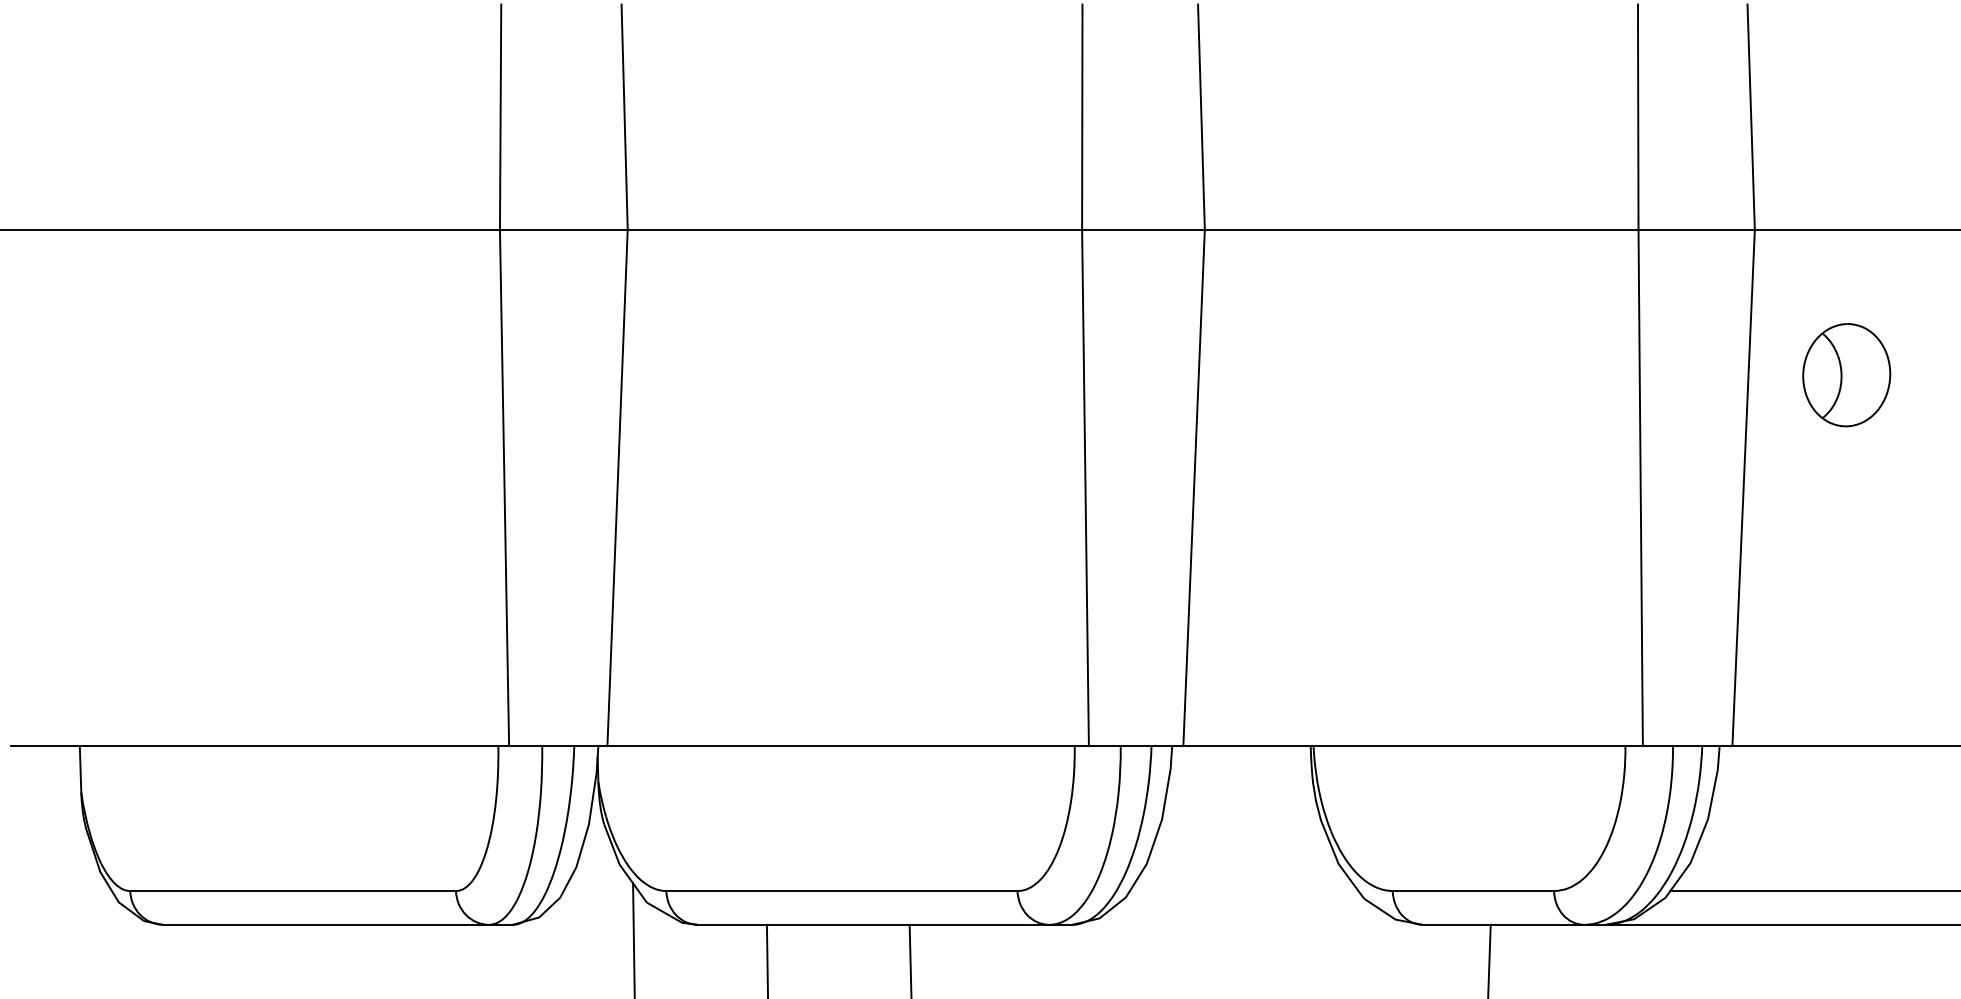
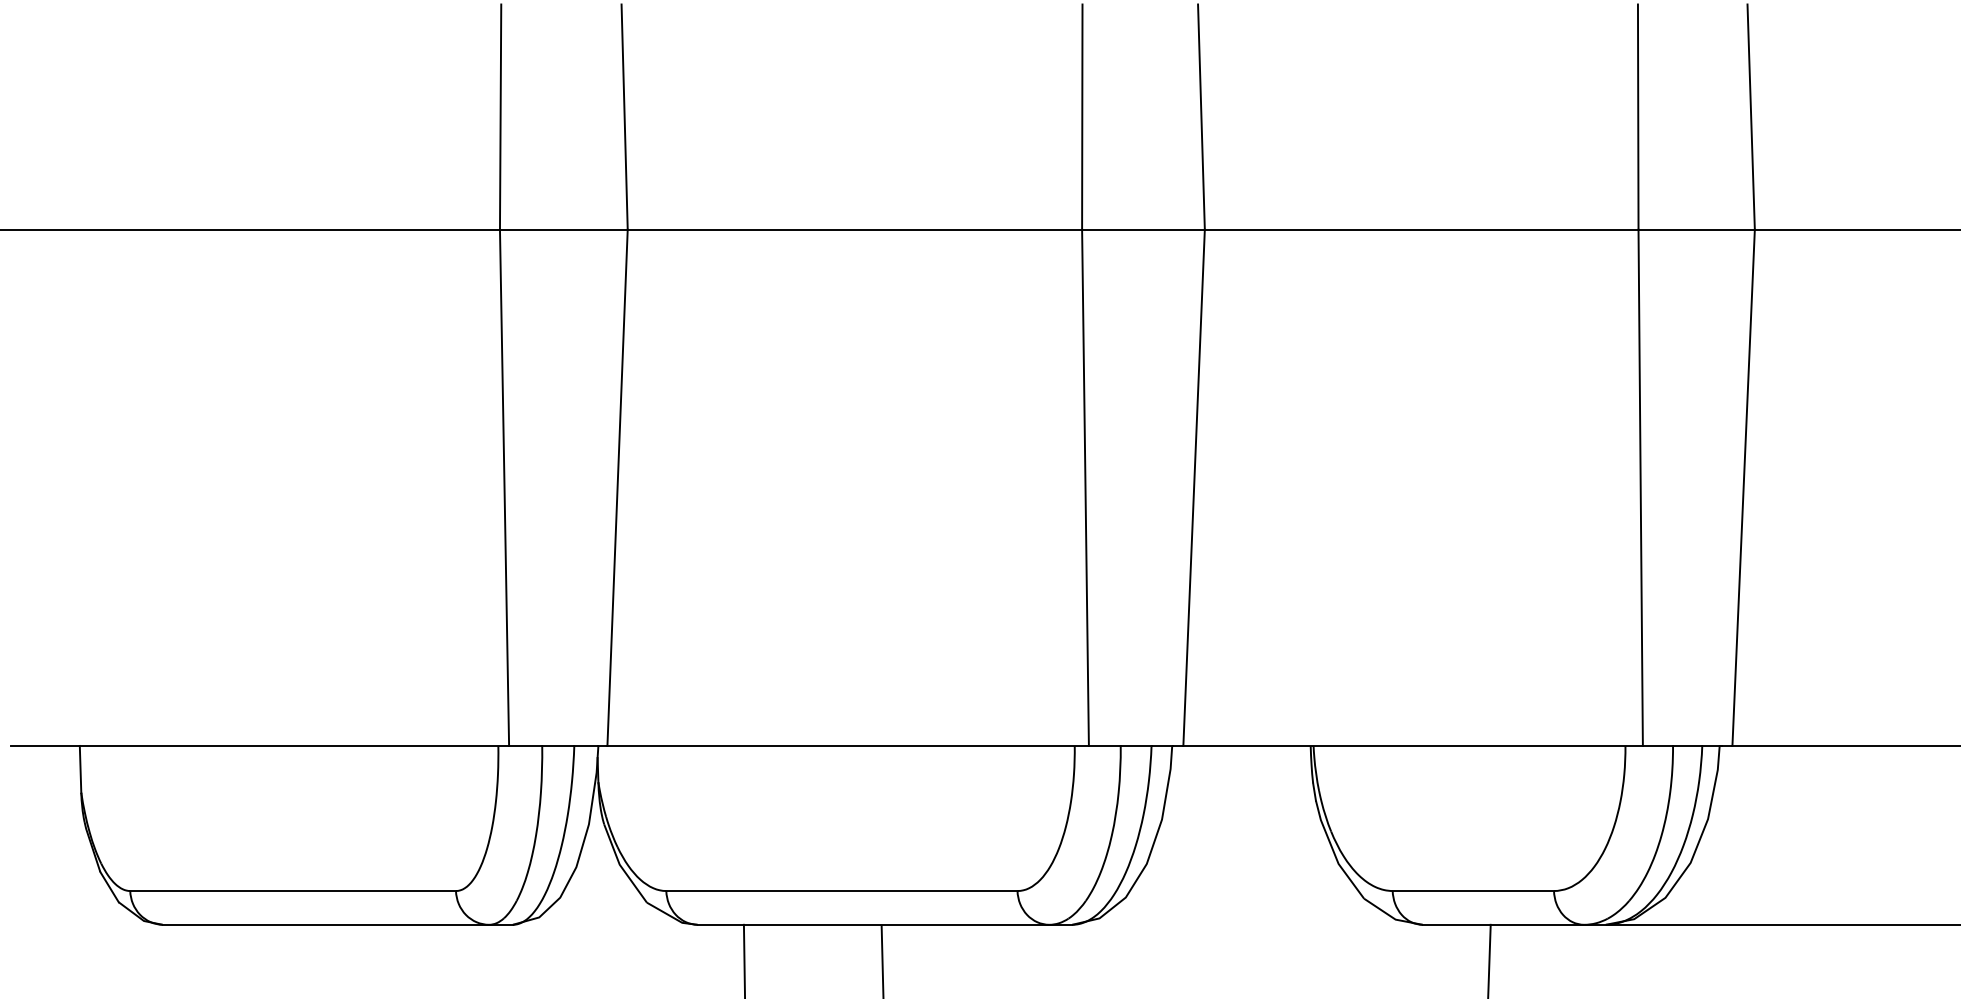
part at (1846, 375): present -> none
line at (1813, 891): present -> none
line at (633, 939): present -> none
line at (767, 959) position: (767, 959) -> (744, 959)
line at (910, 959) position: (910, 959) -> (882, 960)
